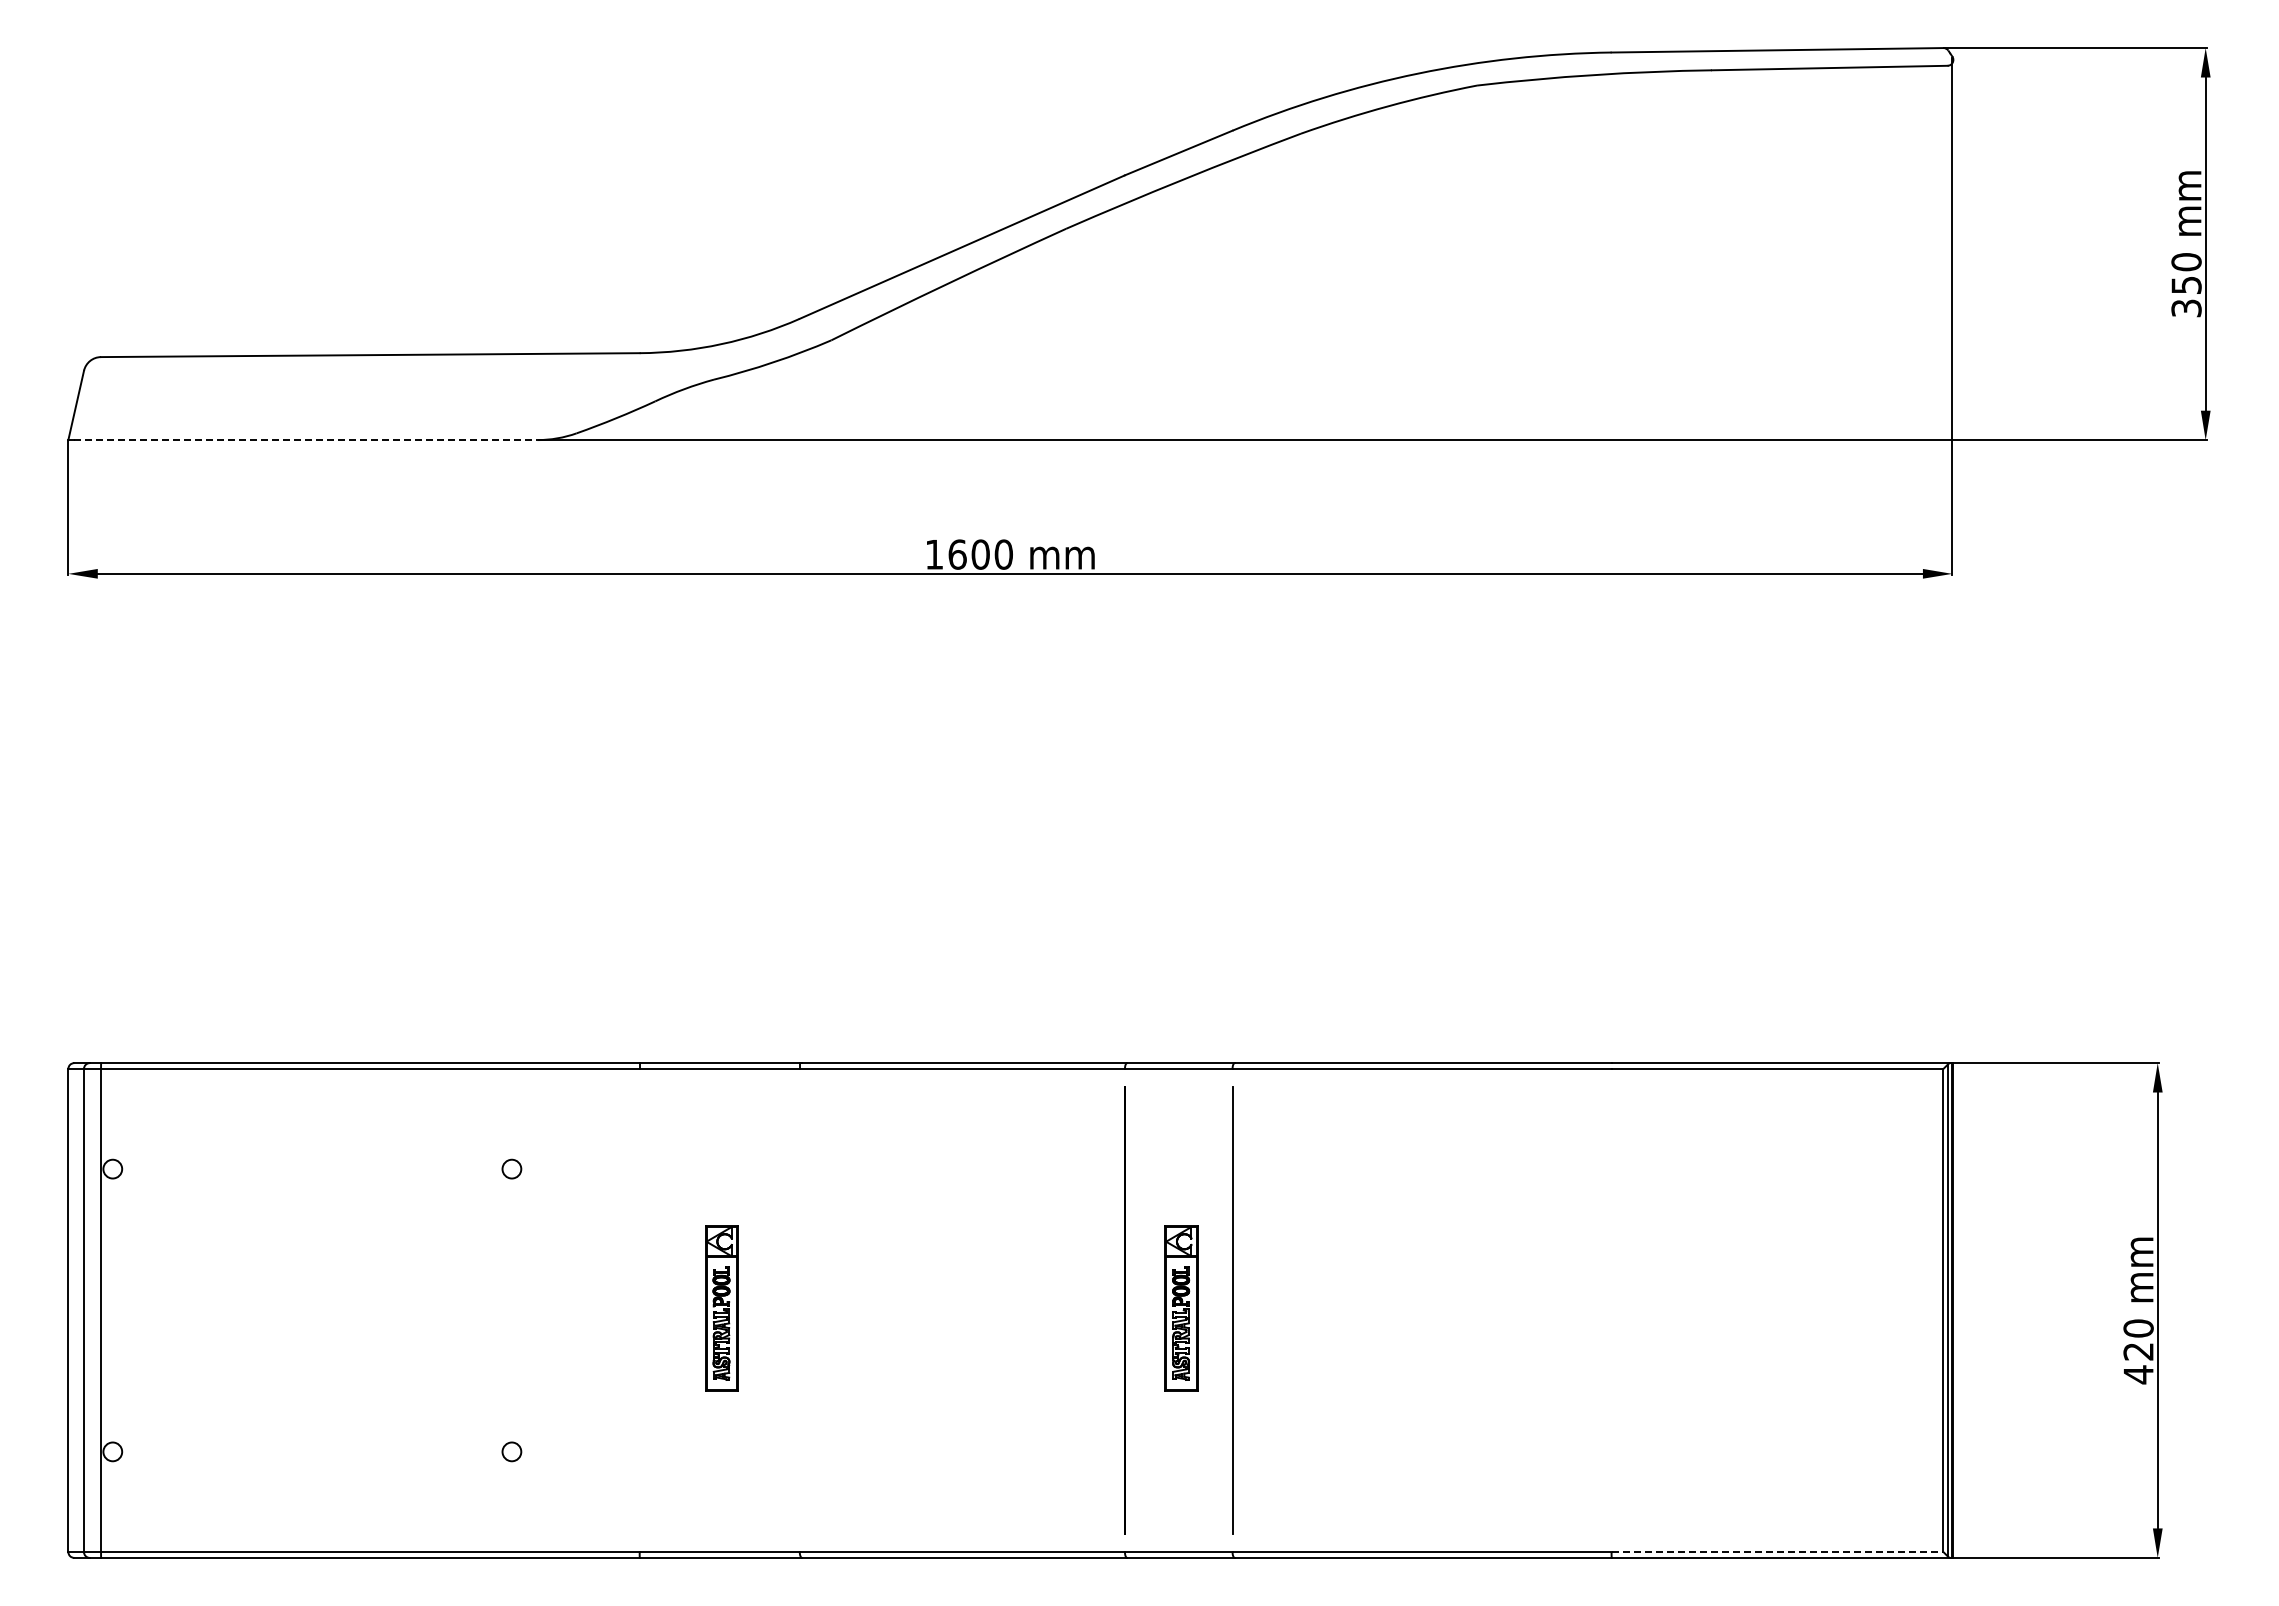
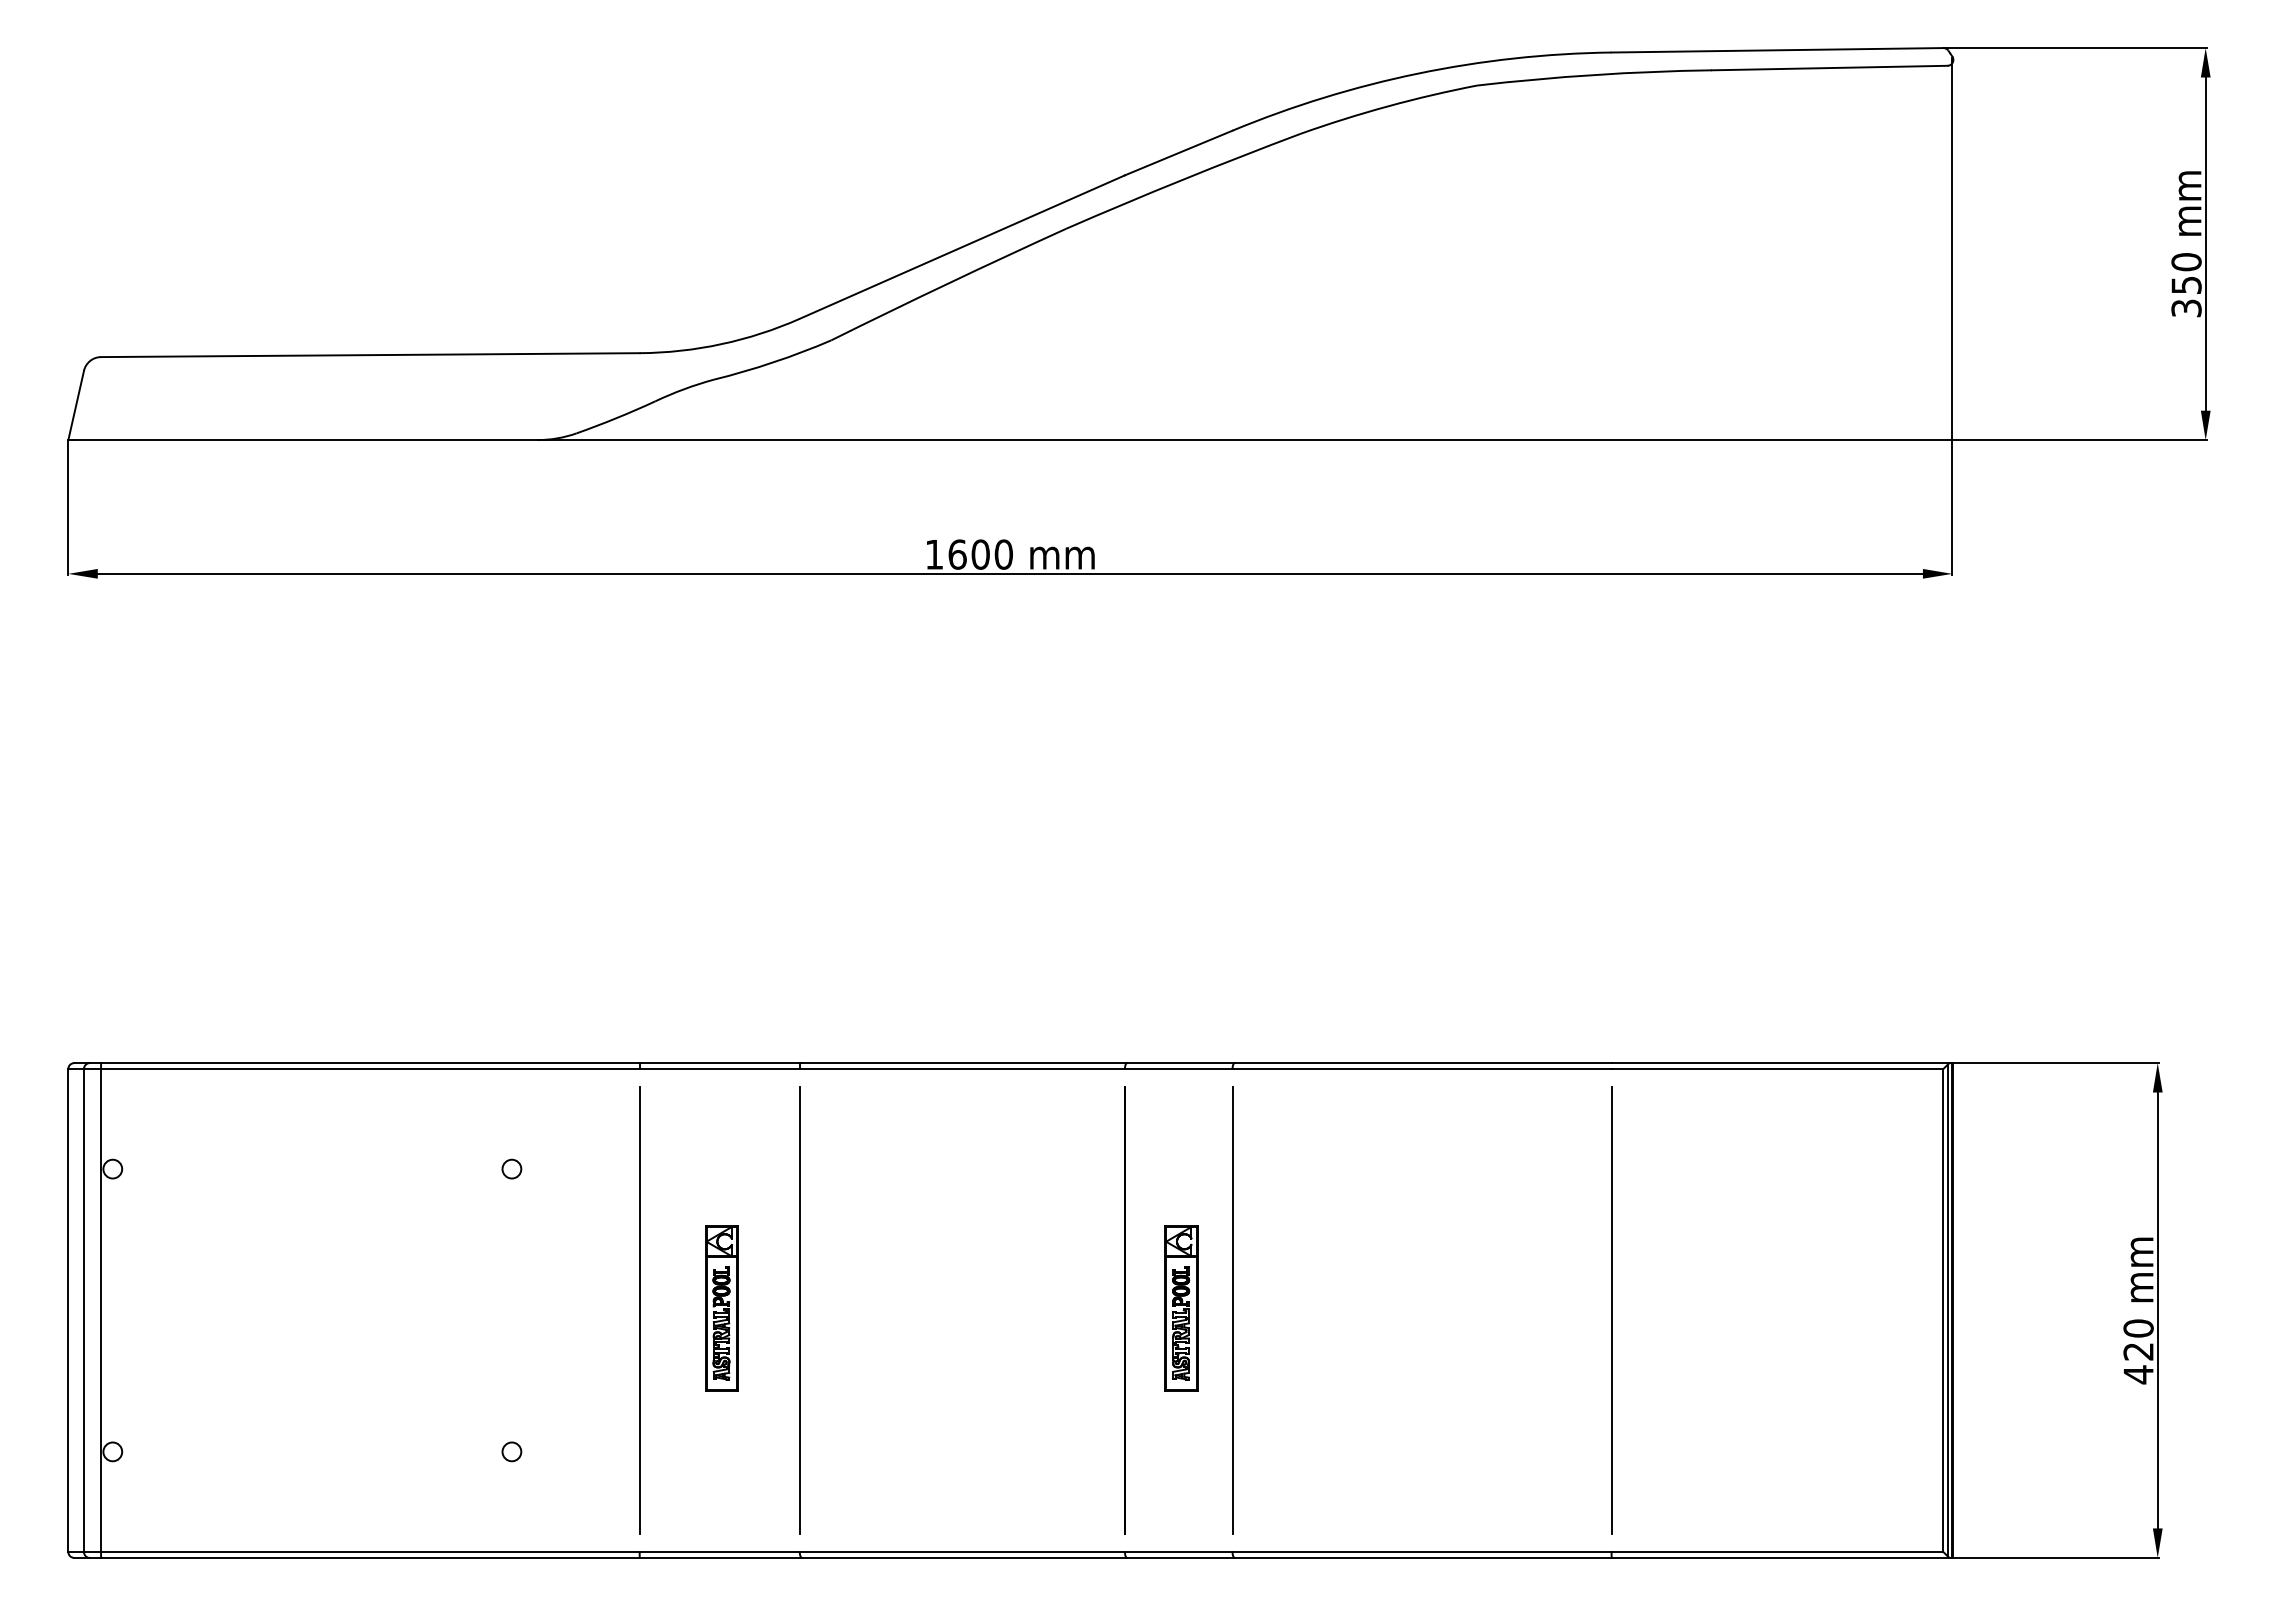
line at (305, 440): dashed -> solid
line at (639, 1310): none -> present
line at (799, 1310): none -> present
line at (1611, 1310): none -> present
line at (1777, 1552): dashed -> solid
